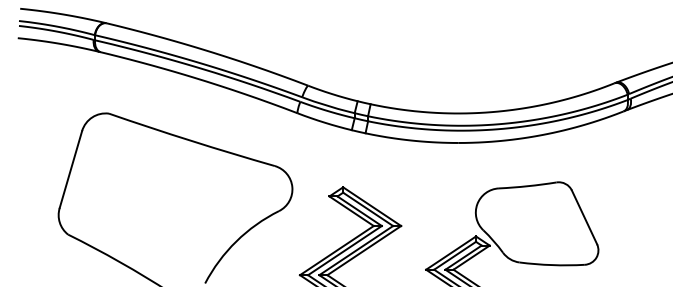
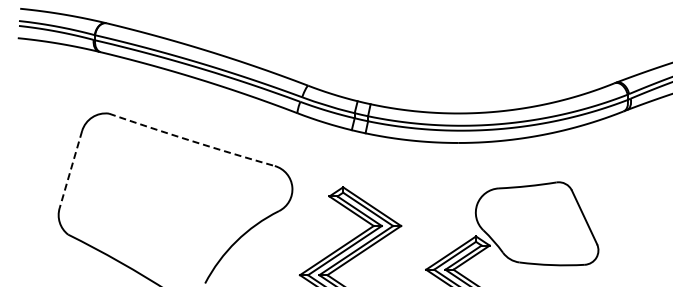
arc at (191, 140): solid -> dashed
line at (70, 169): solid -> dashed
